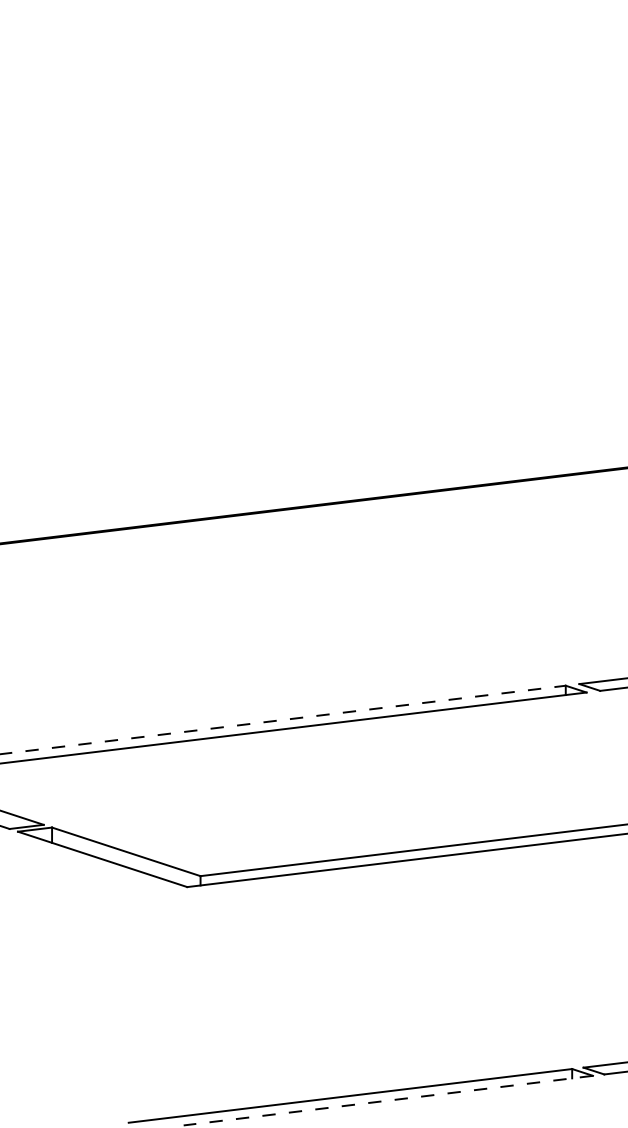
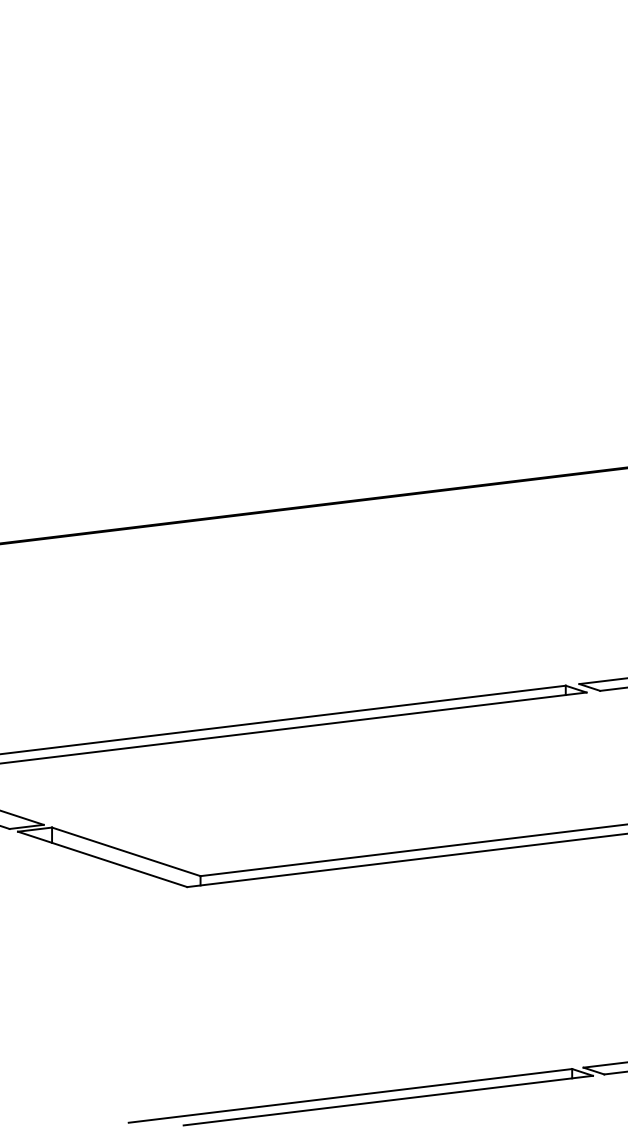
line at (282, 720): dashed -> solid
line at (387, 1100): dashed -> solid
